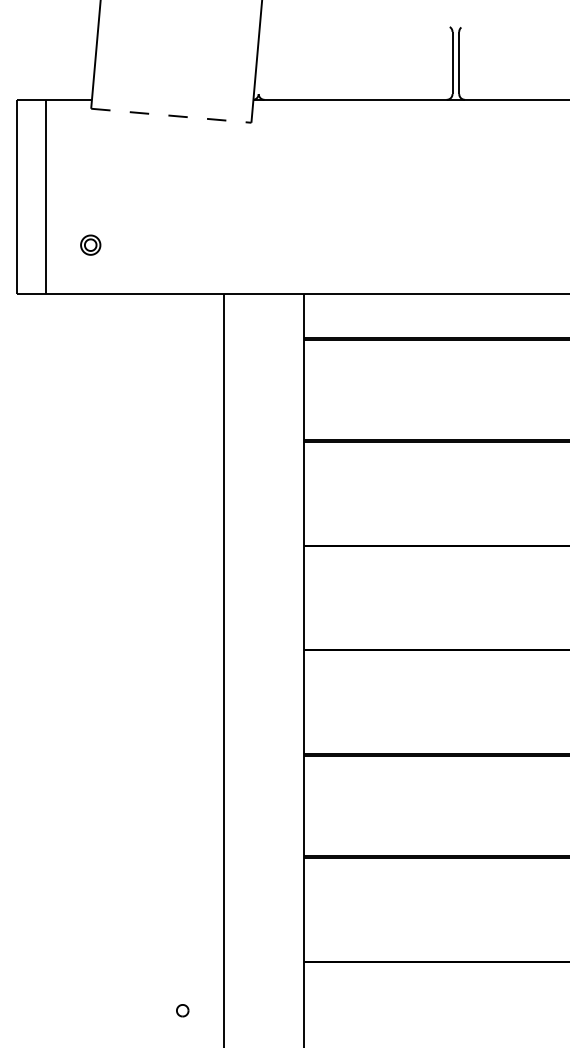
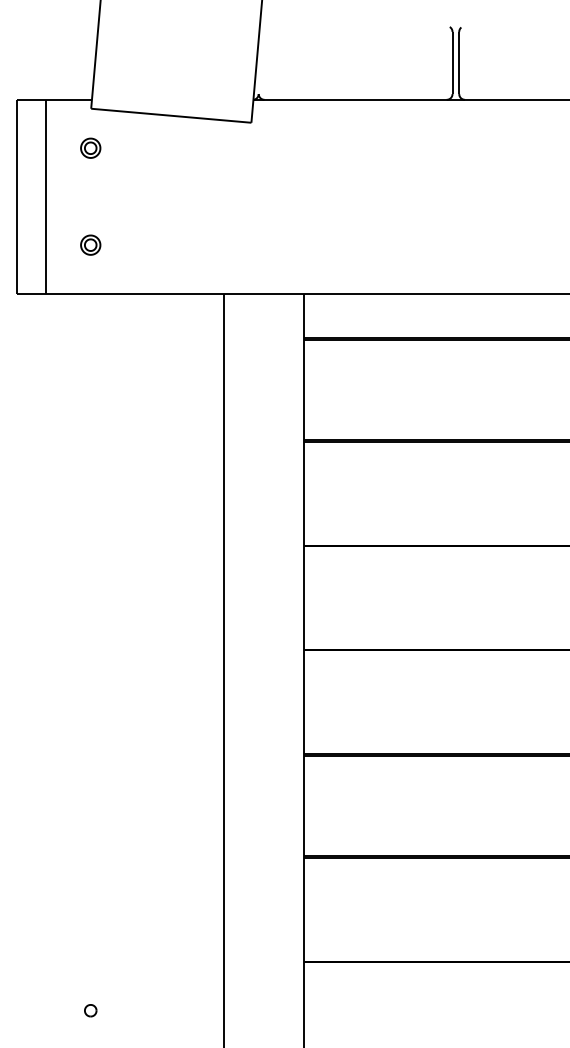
line at (171, 115): dashed -> solid
part at (90, 147): none -> present
part at (182, 1010) position: (182, 1010) -> (90, 1010)
